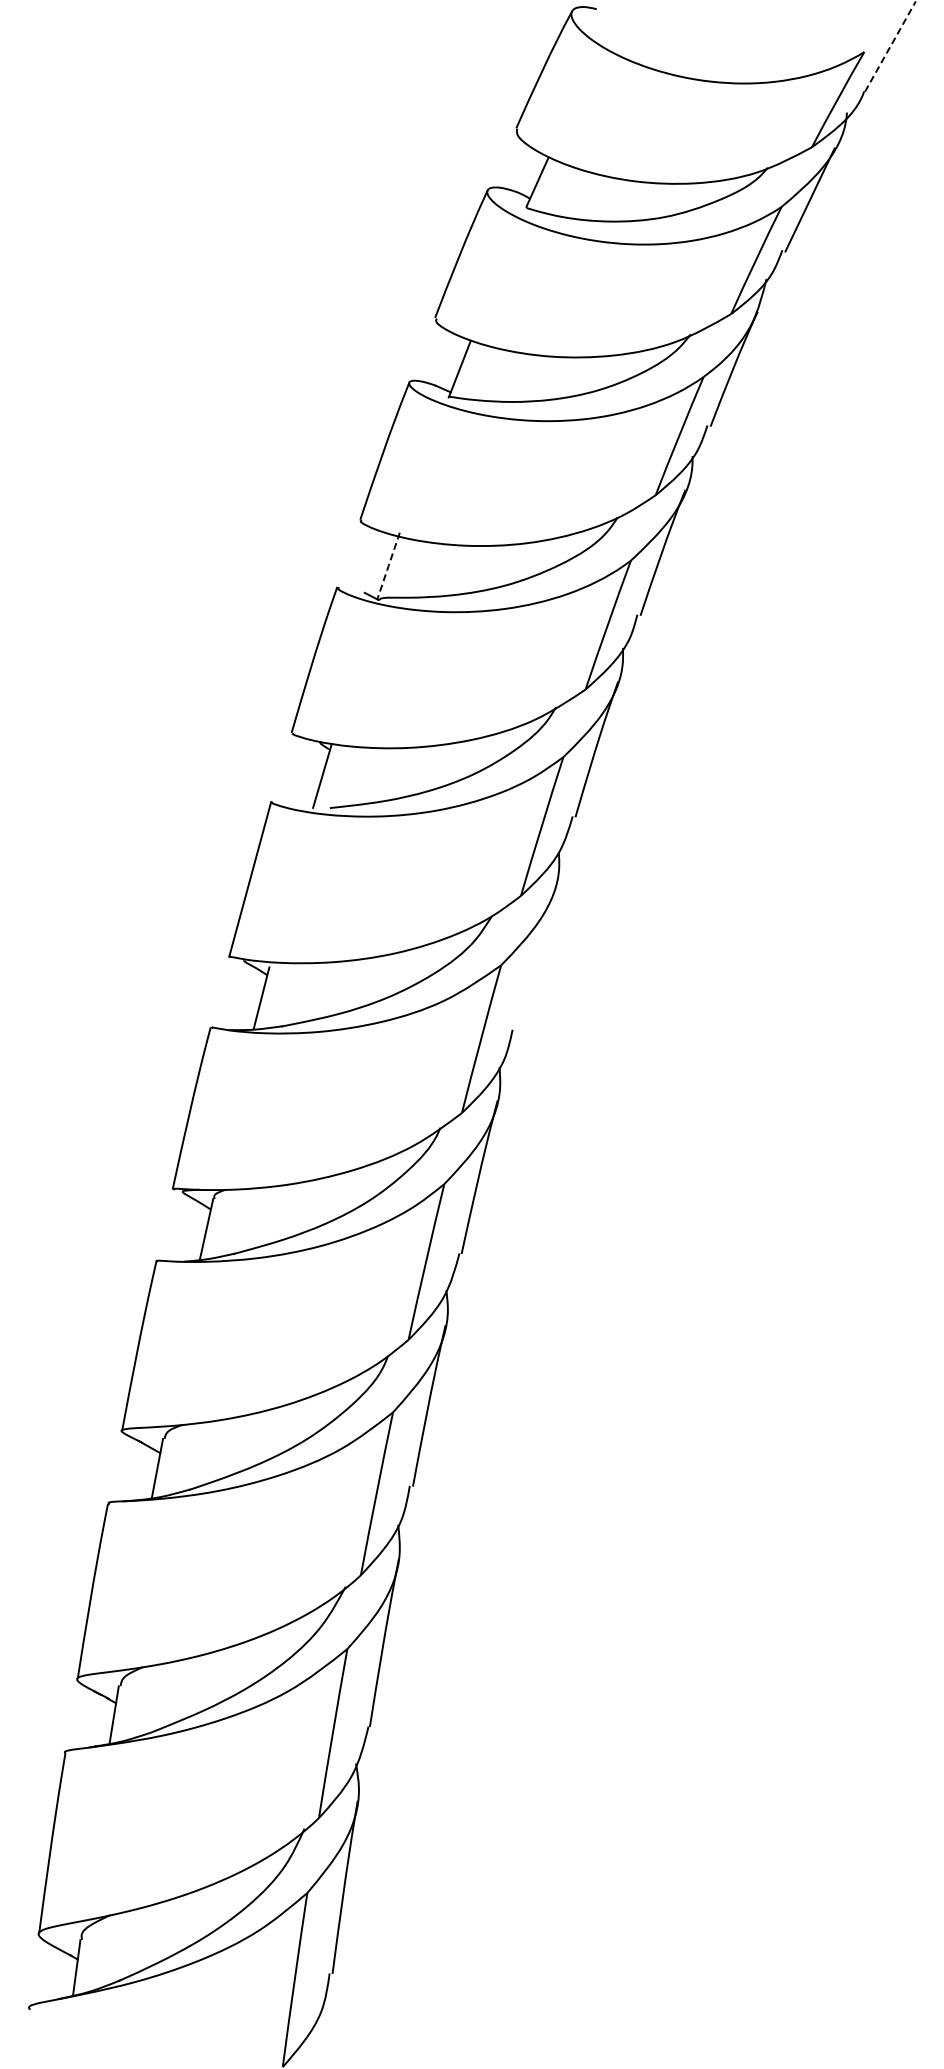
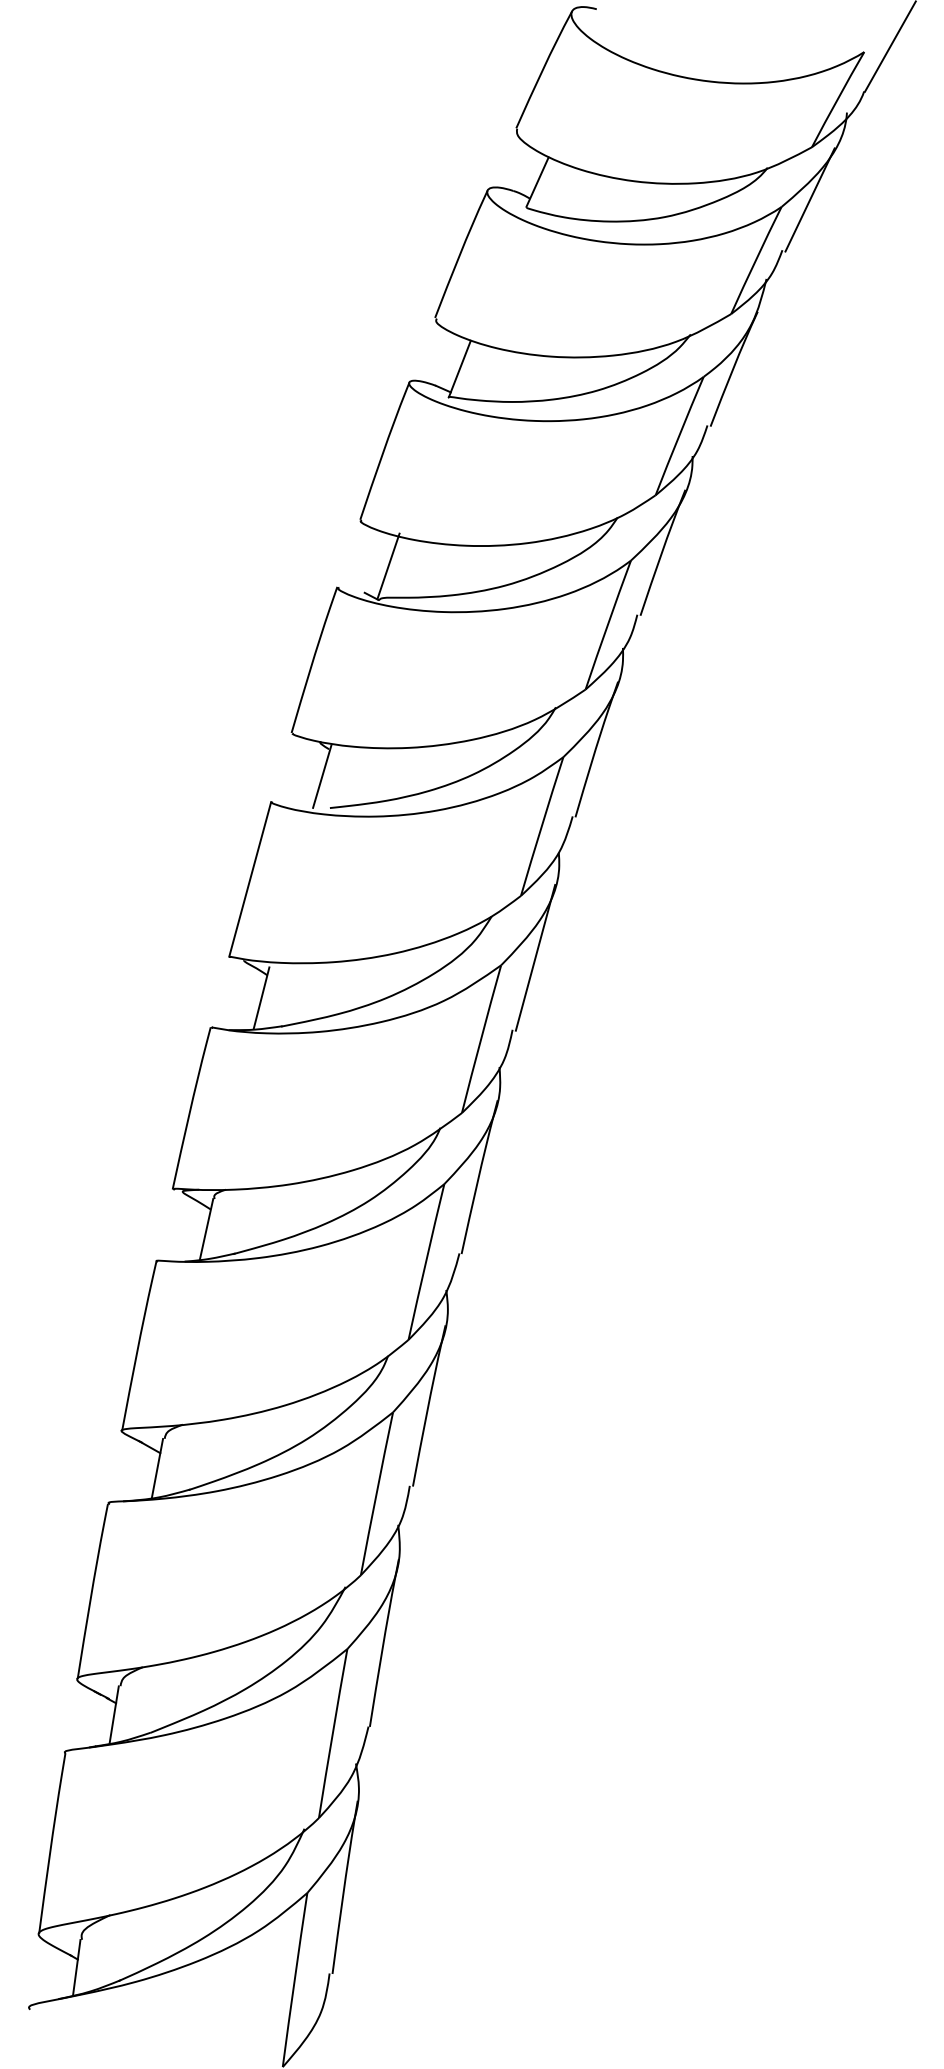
line at (890, 46): dashed -> solid
line at (388, 566): dashed -> solid
line at (535, 957): none -> present
